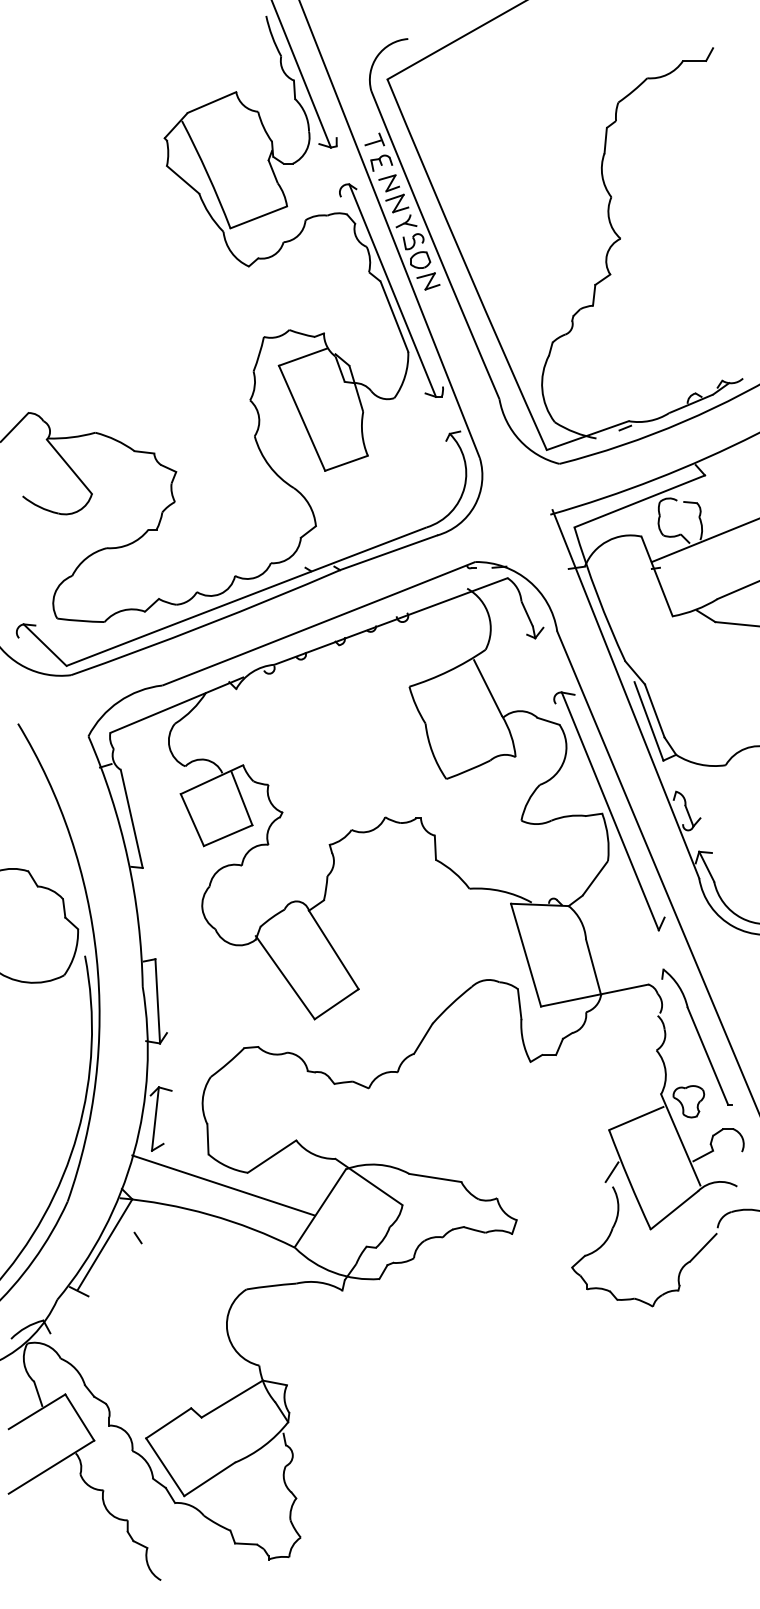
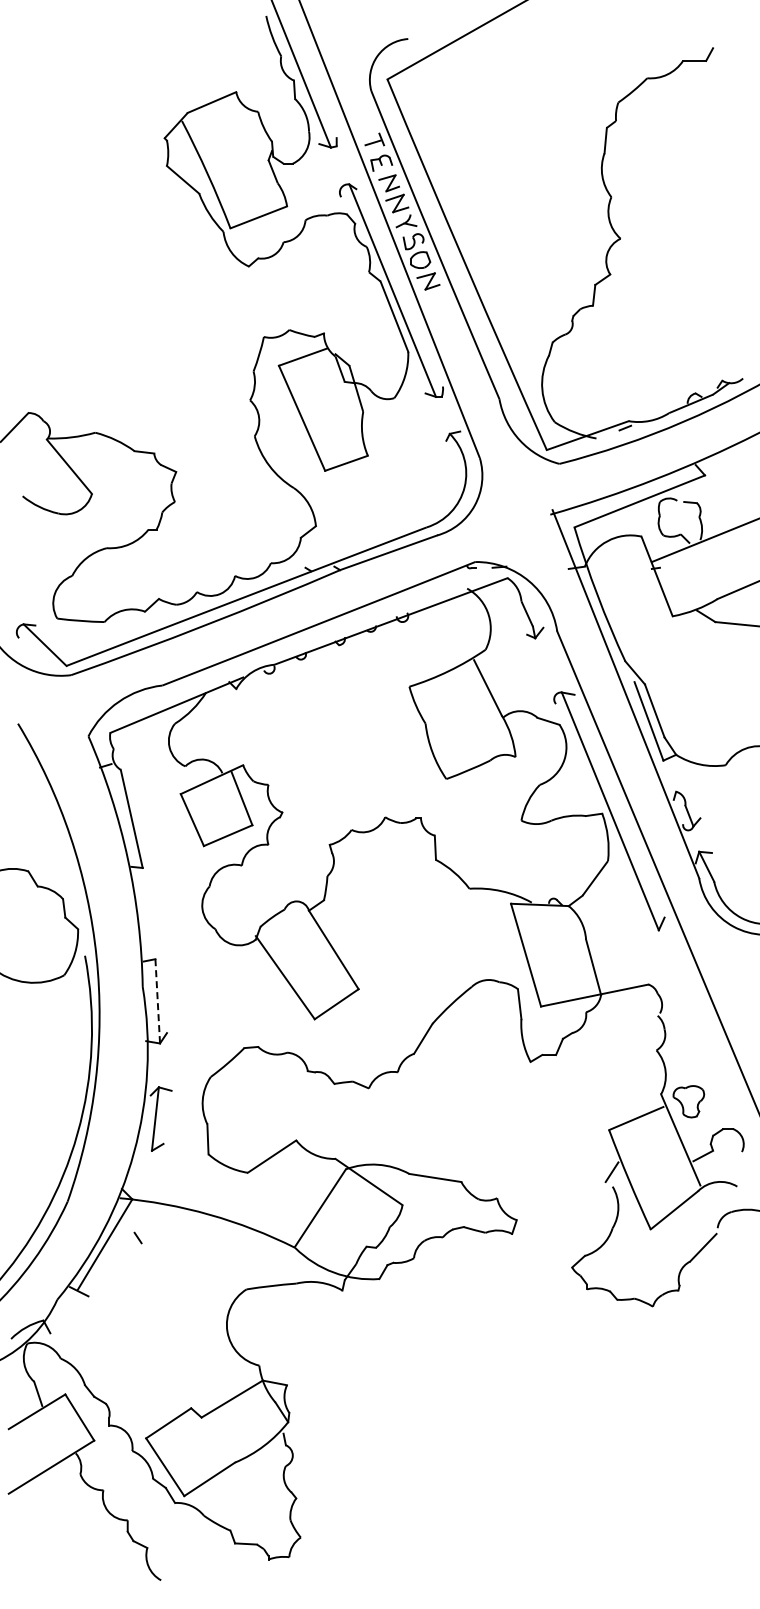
line at (157, 1001): solid -> dashed
part at (696, 1036): present -> none
line at (223, 1185): present -> none
